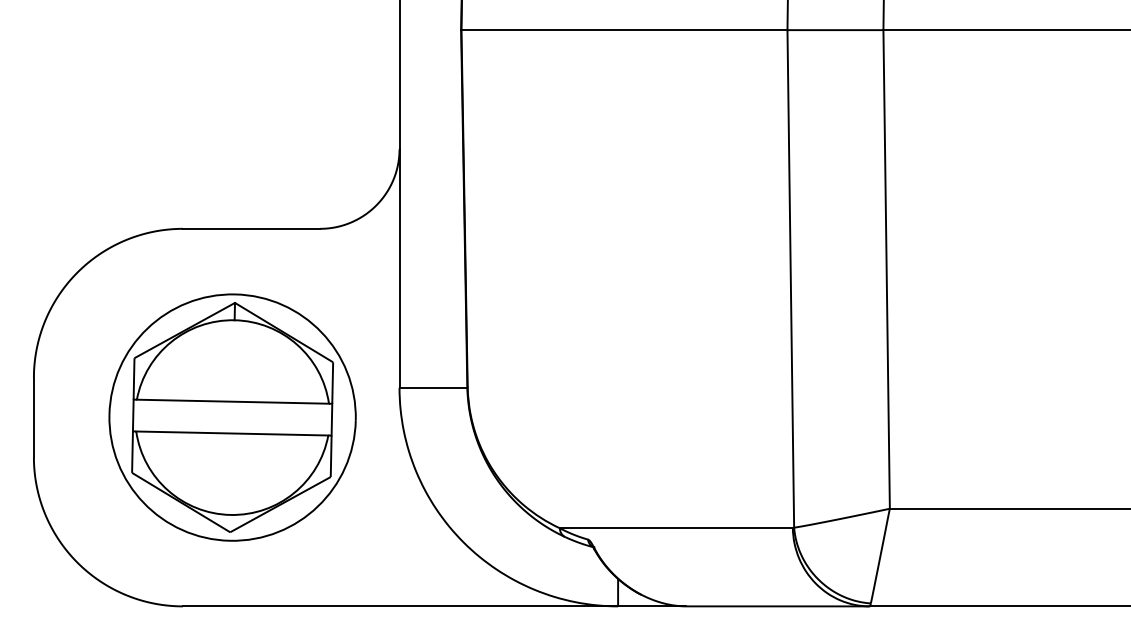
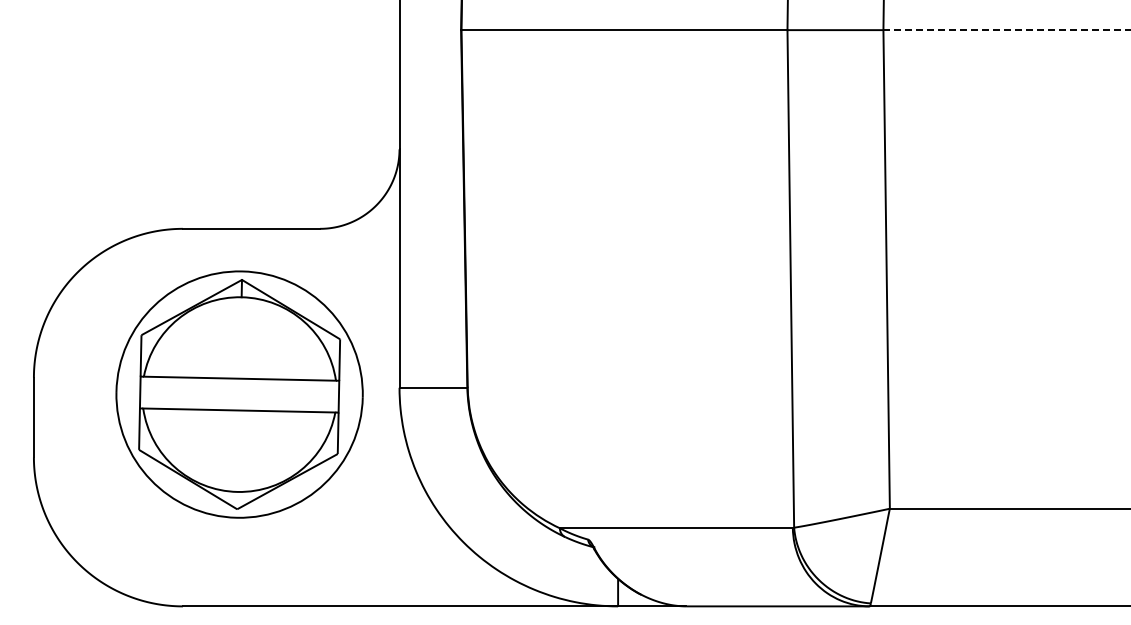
line at (1007, 30): solid -> dashed
part at (232, 417) position: (232, 417) -> (239, 394)
